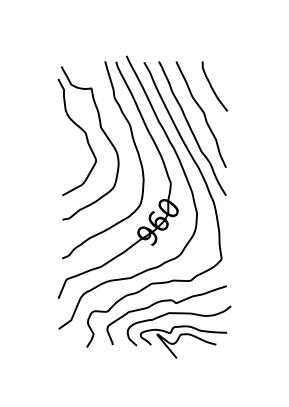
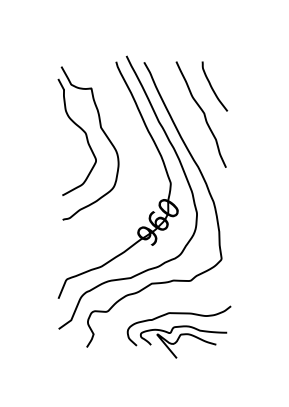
curve at (191, 128): present -> none
curve at (134, 146): present -> none
curve at (166, 301): present -> none
